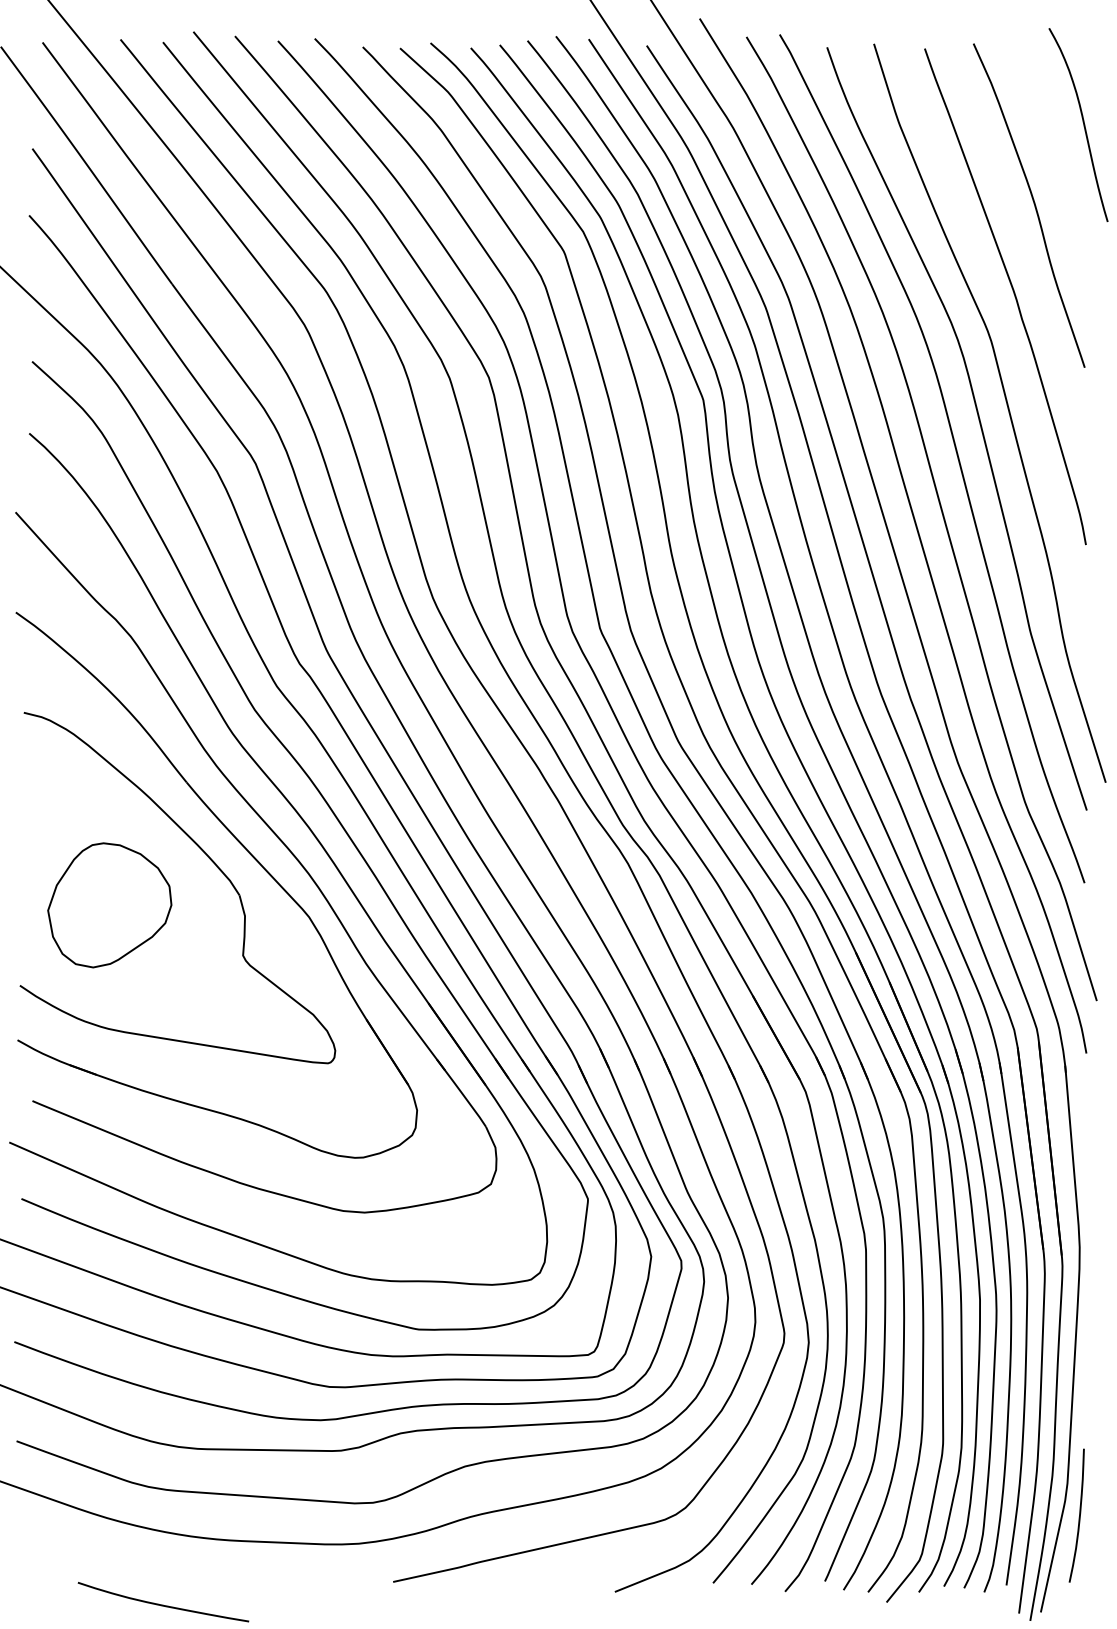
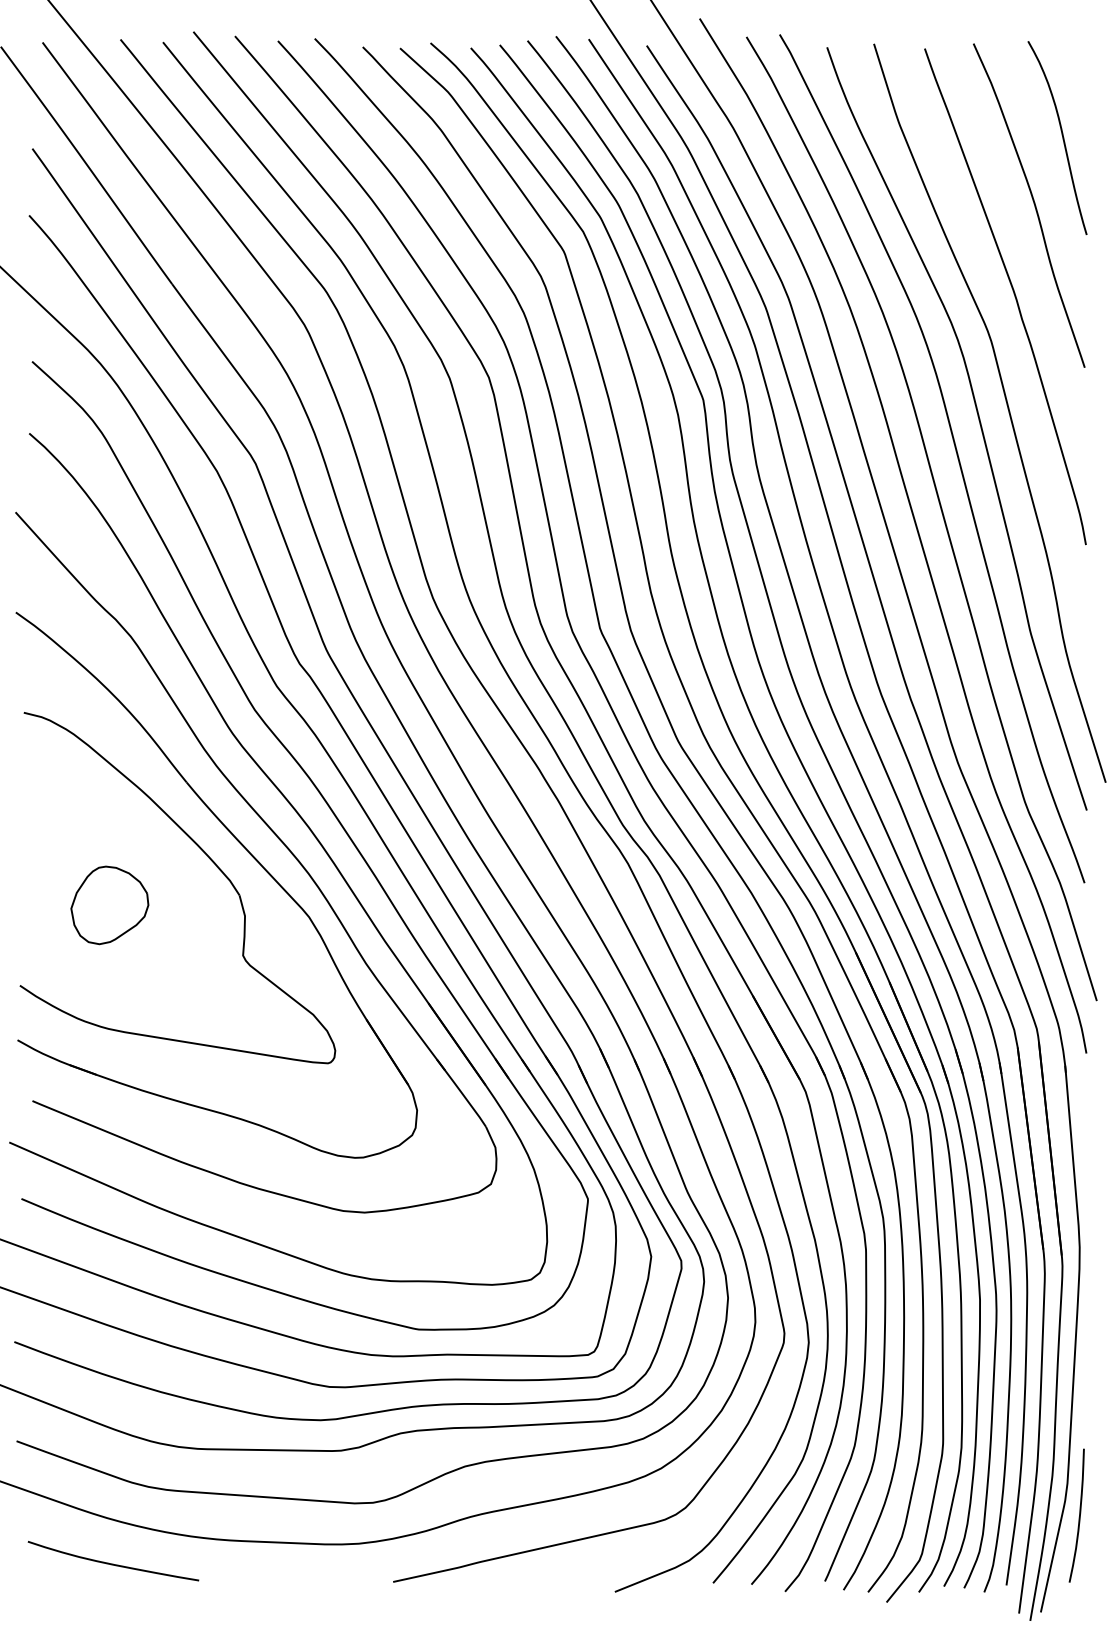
curve at (1082, 122) position: (1082, 122) -> (1061, 135)
part at (109, 905) size: 126x127 px -> 80x81 px
curve at (163, 1604) position: (163, 1604) -> (113, 1563)
